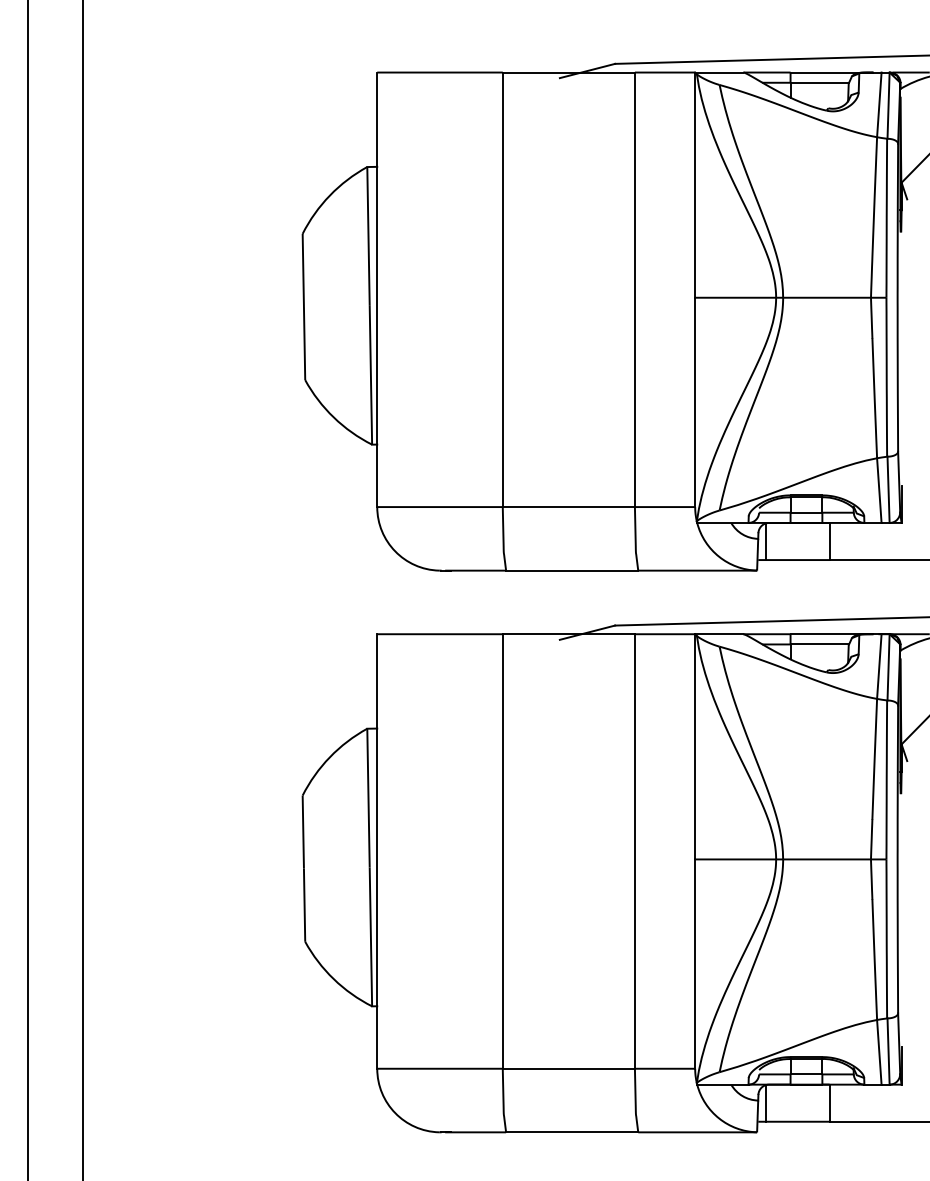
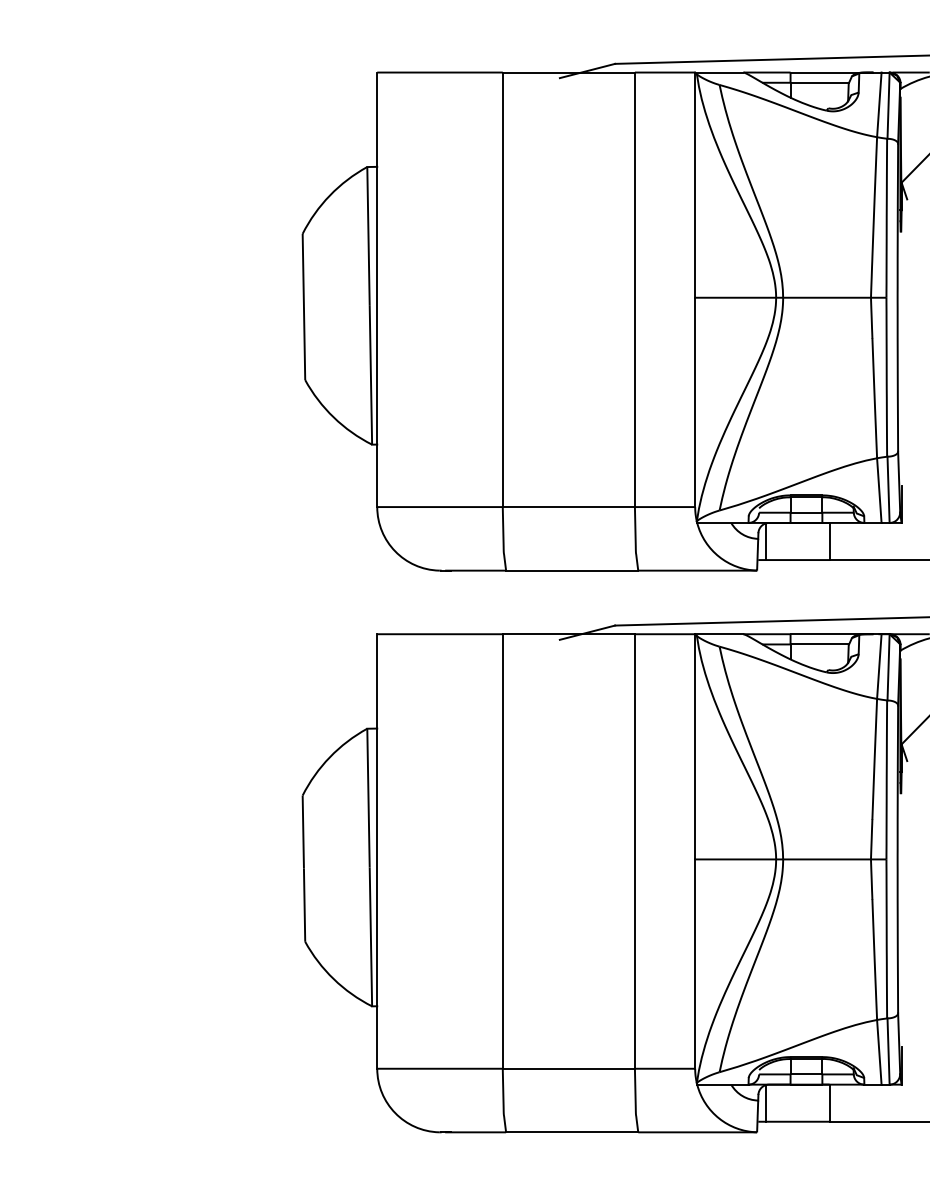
line at (27, 589): present -> none
line at (82, 589): present -> none
